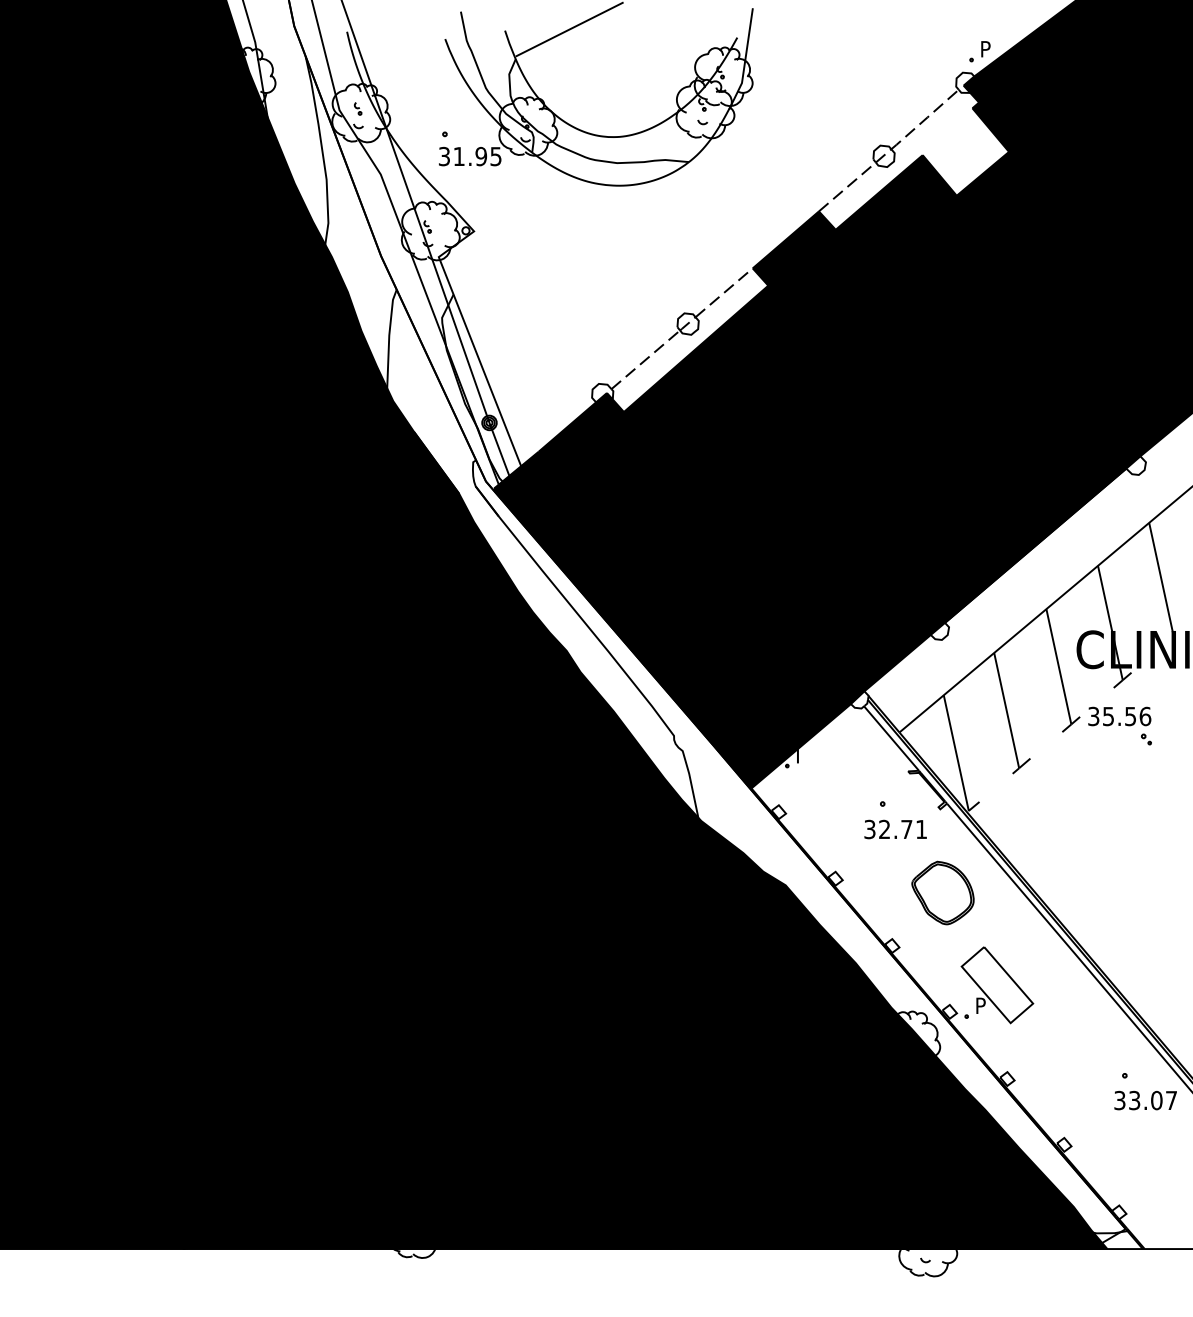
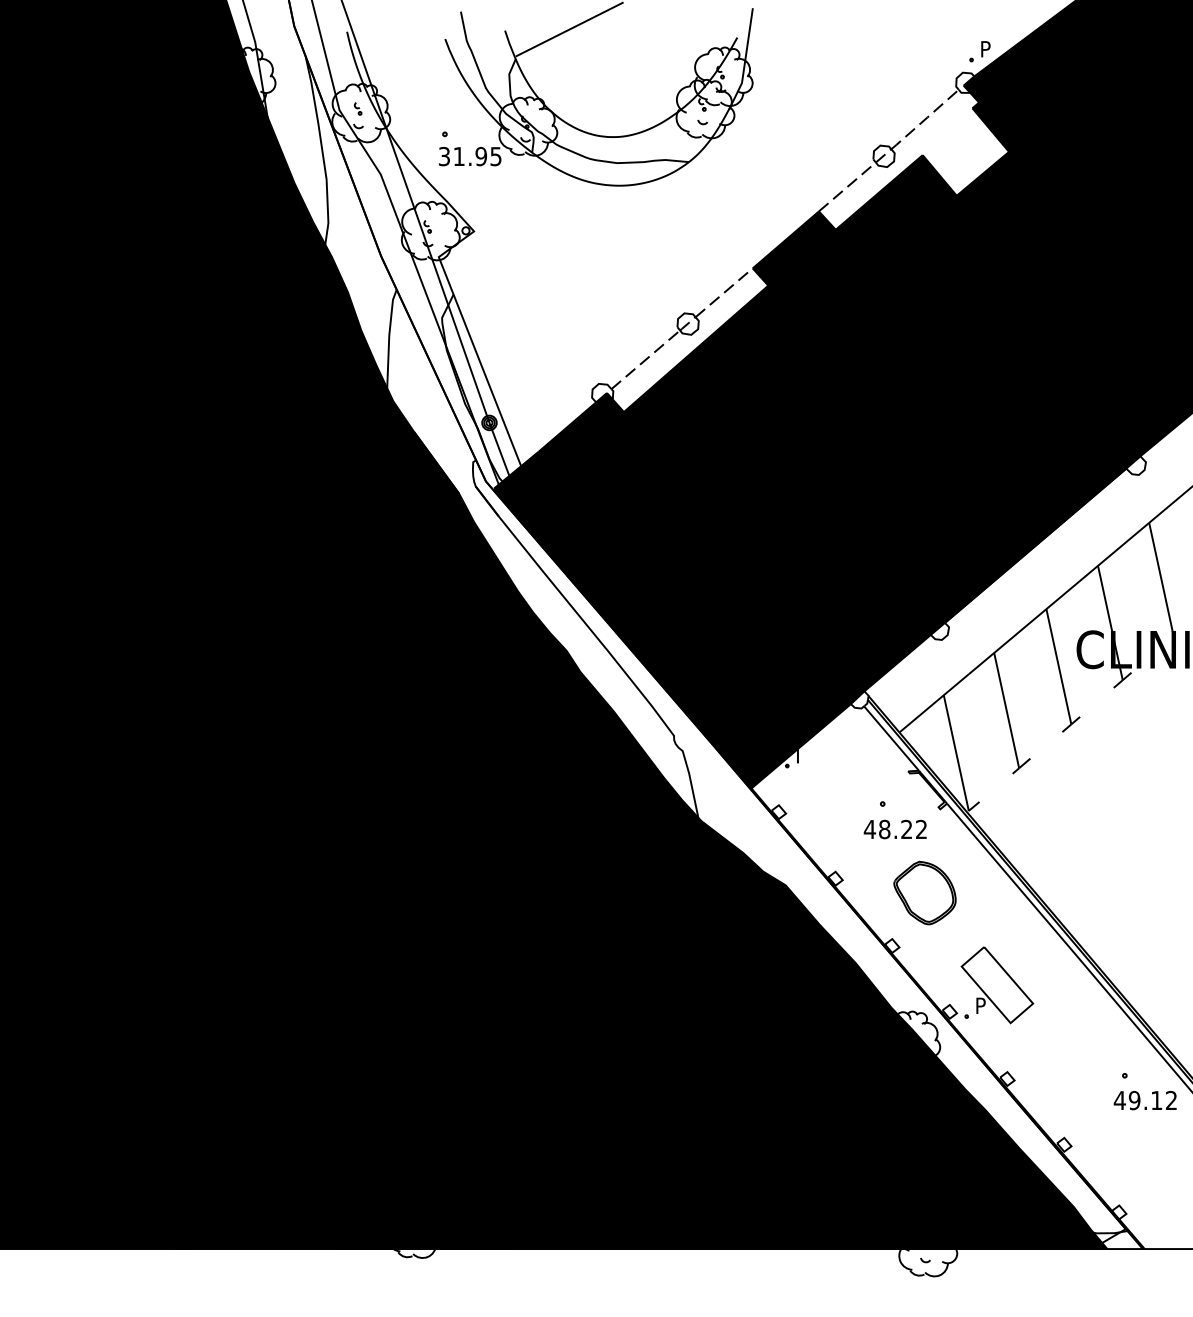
part at (1119, 725): present -> none
text at (894, 829): 32.71 -> 48.22
part at (942, 892) position: (942, 892) -> (924, 892)
text at (1144, 1100): 33.07 -> 49.12
